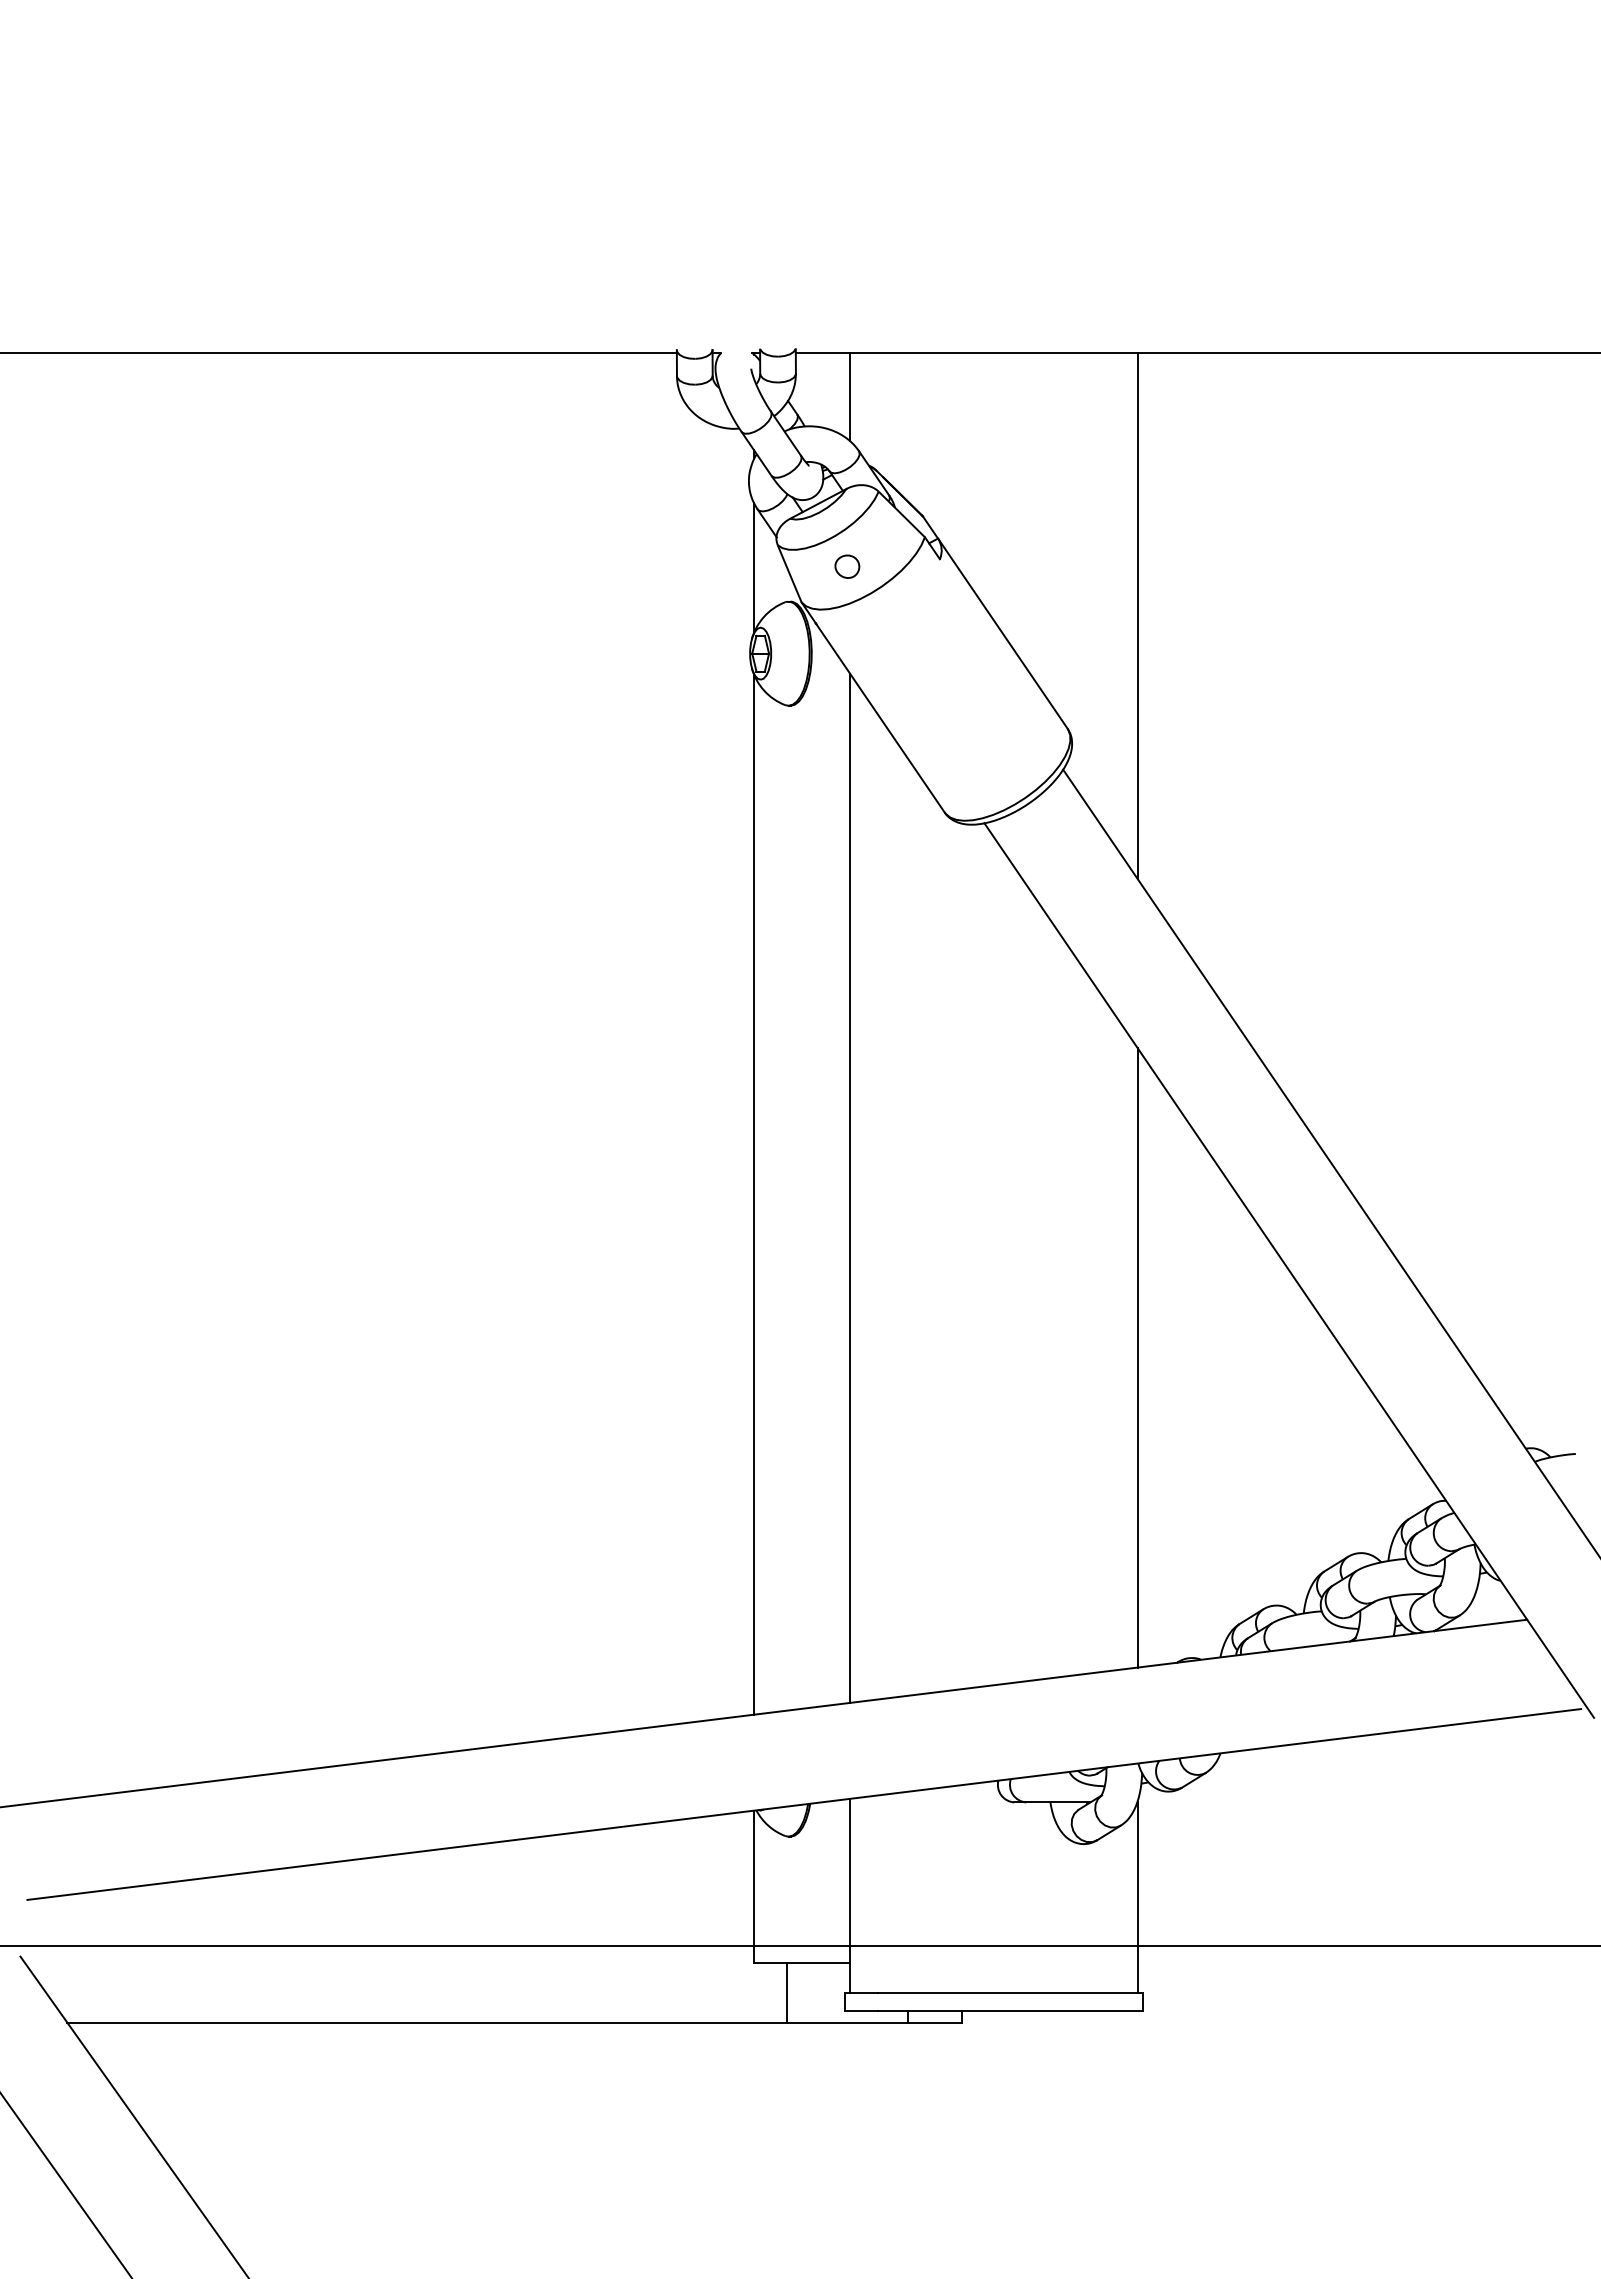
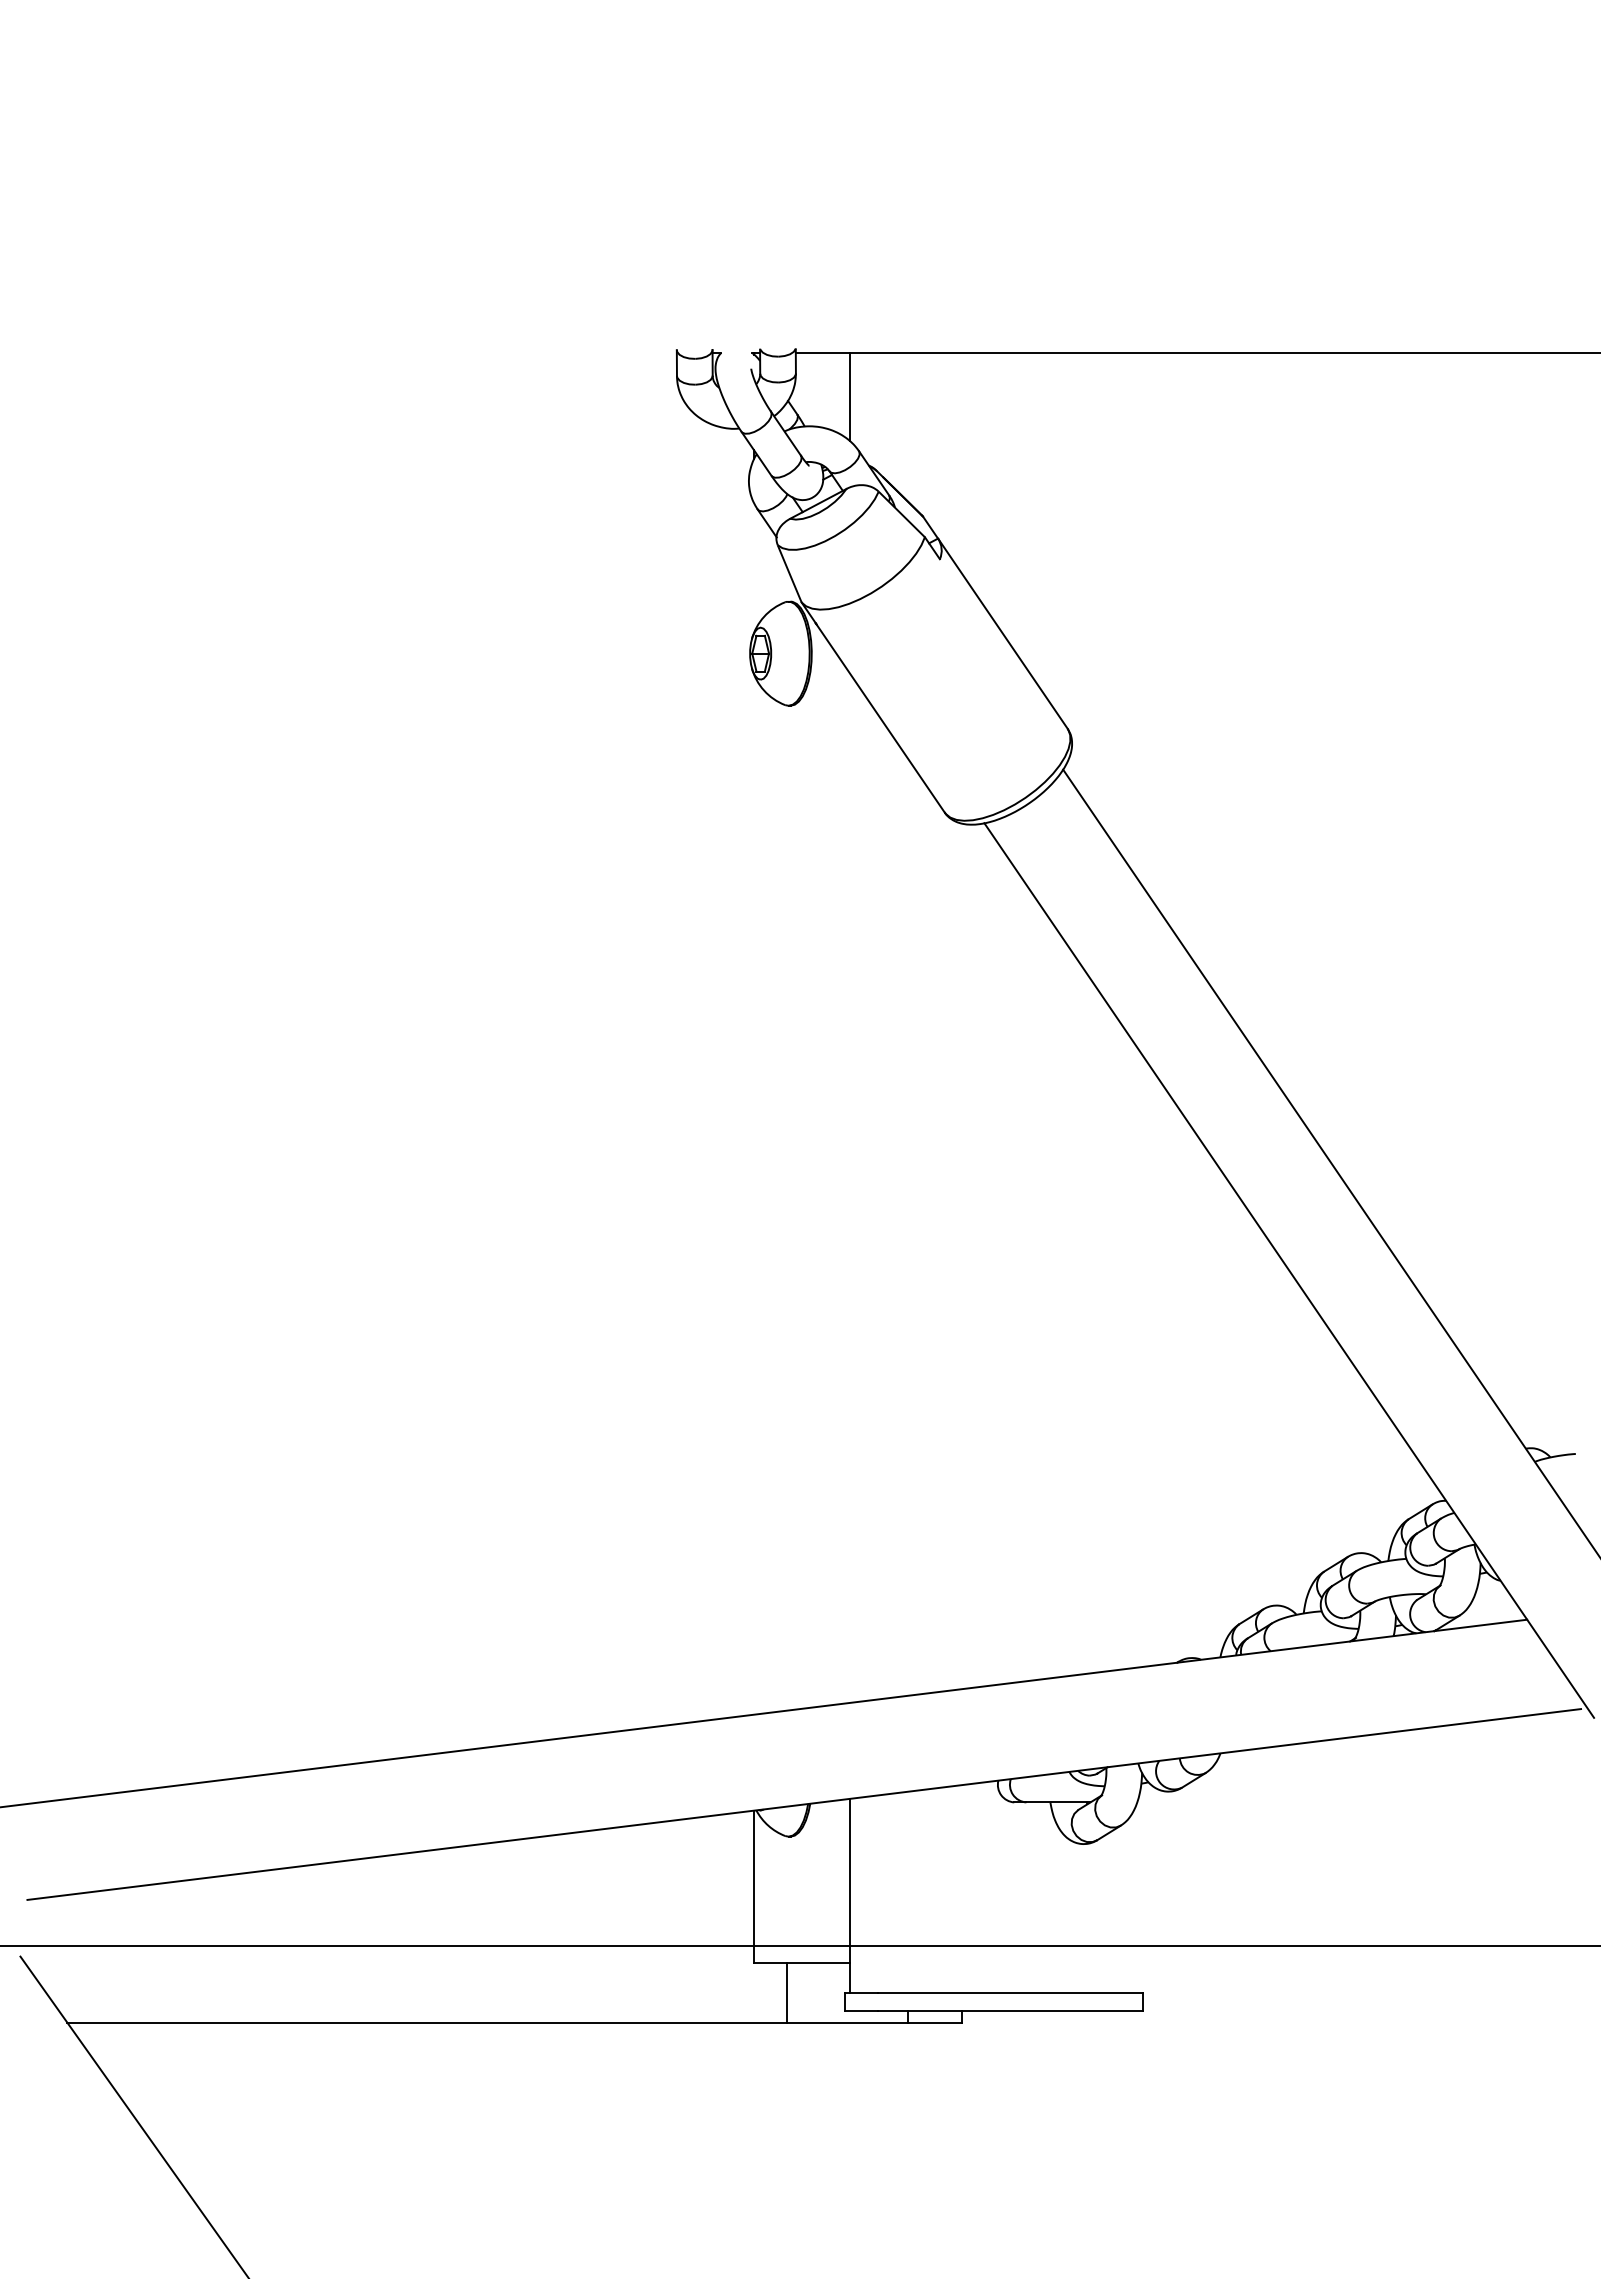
line at (339, 352): present -> none
part at (847, 566): present -> none
line at (754, 567): present -> none
line at (1137, 615): present -> none
line at (850, 1187): present -> none
line at (754, 1194): present -> none
line at (1137, 1357): present -> none
line at (1137, 1896): present -> none
line at (66, 2185): present -> none
